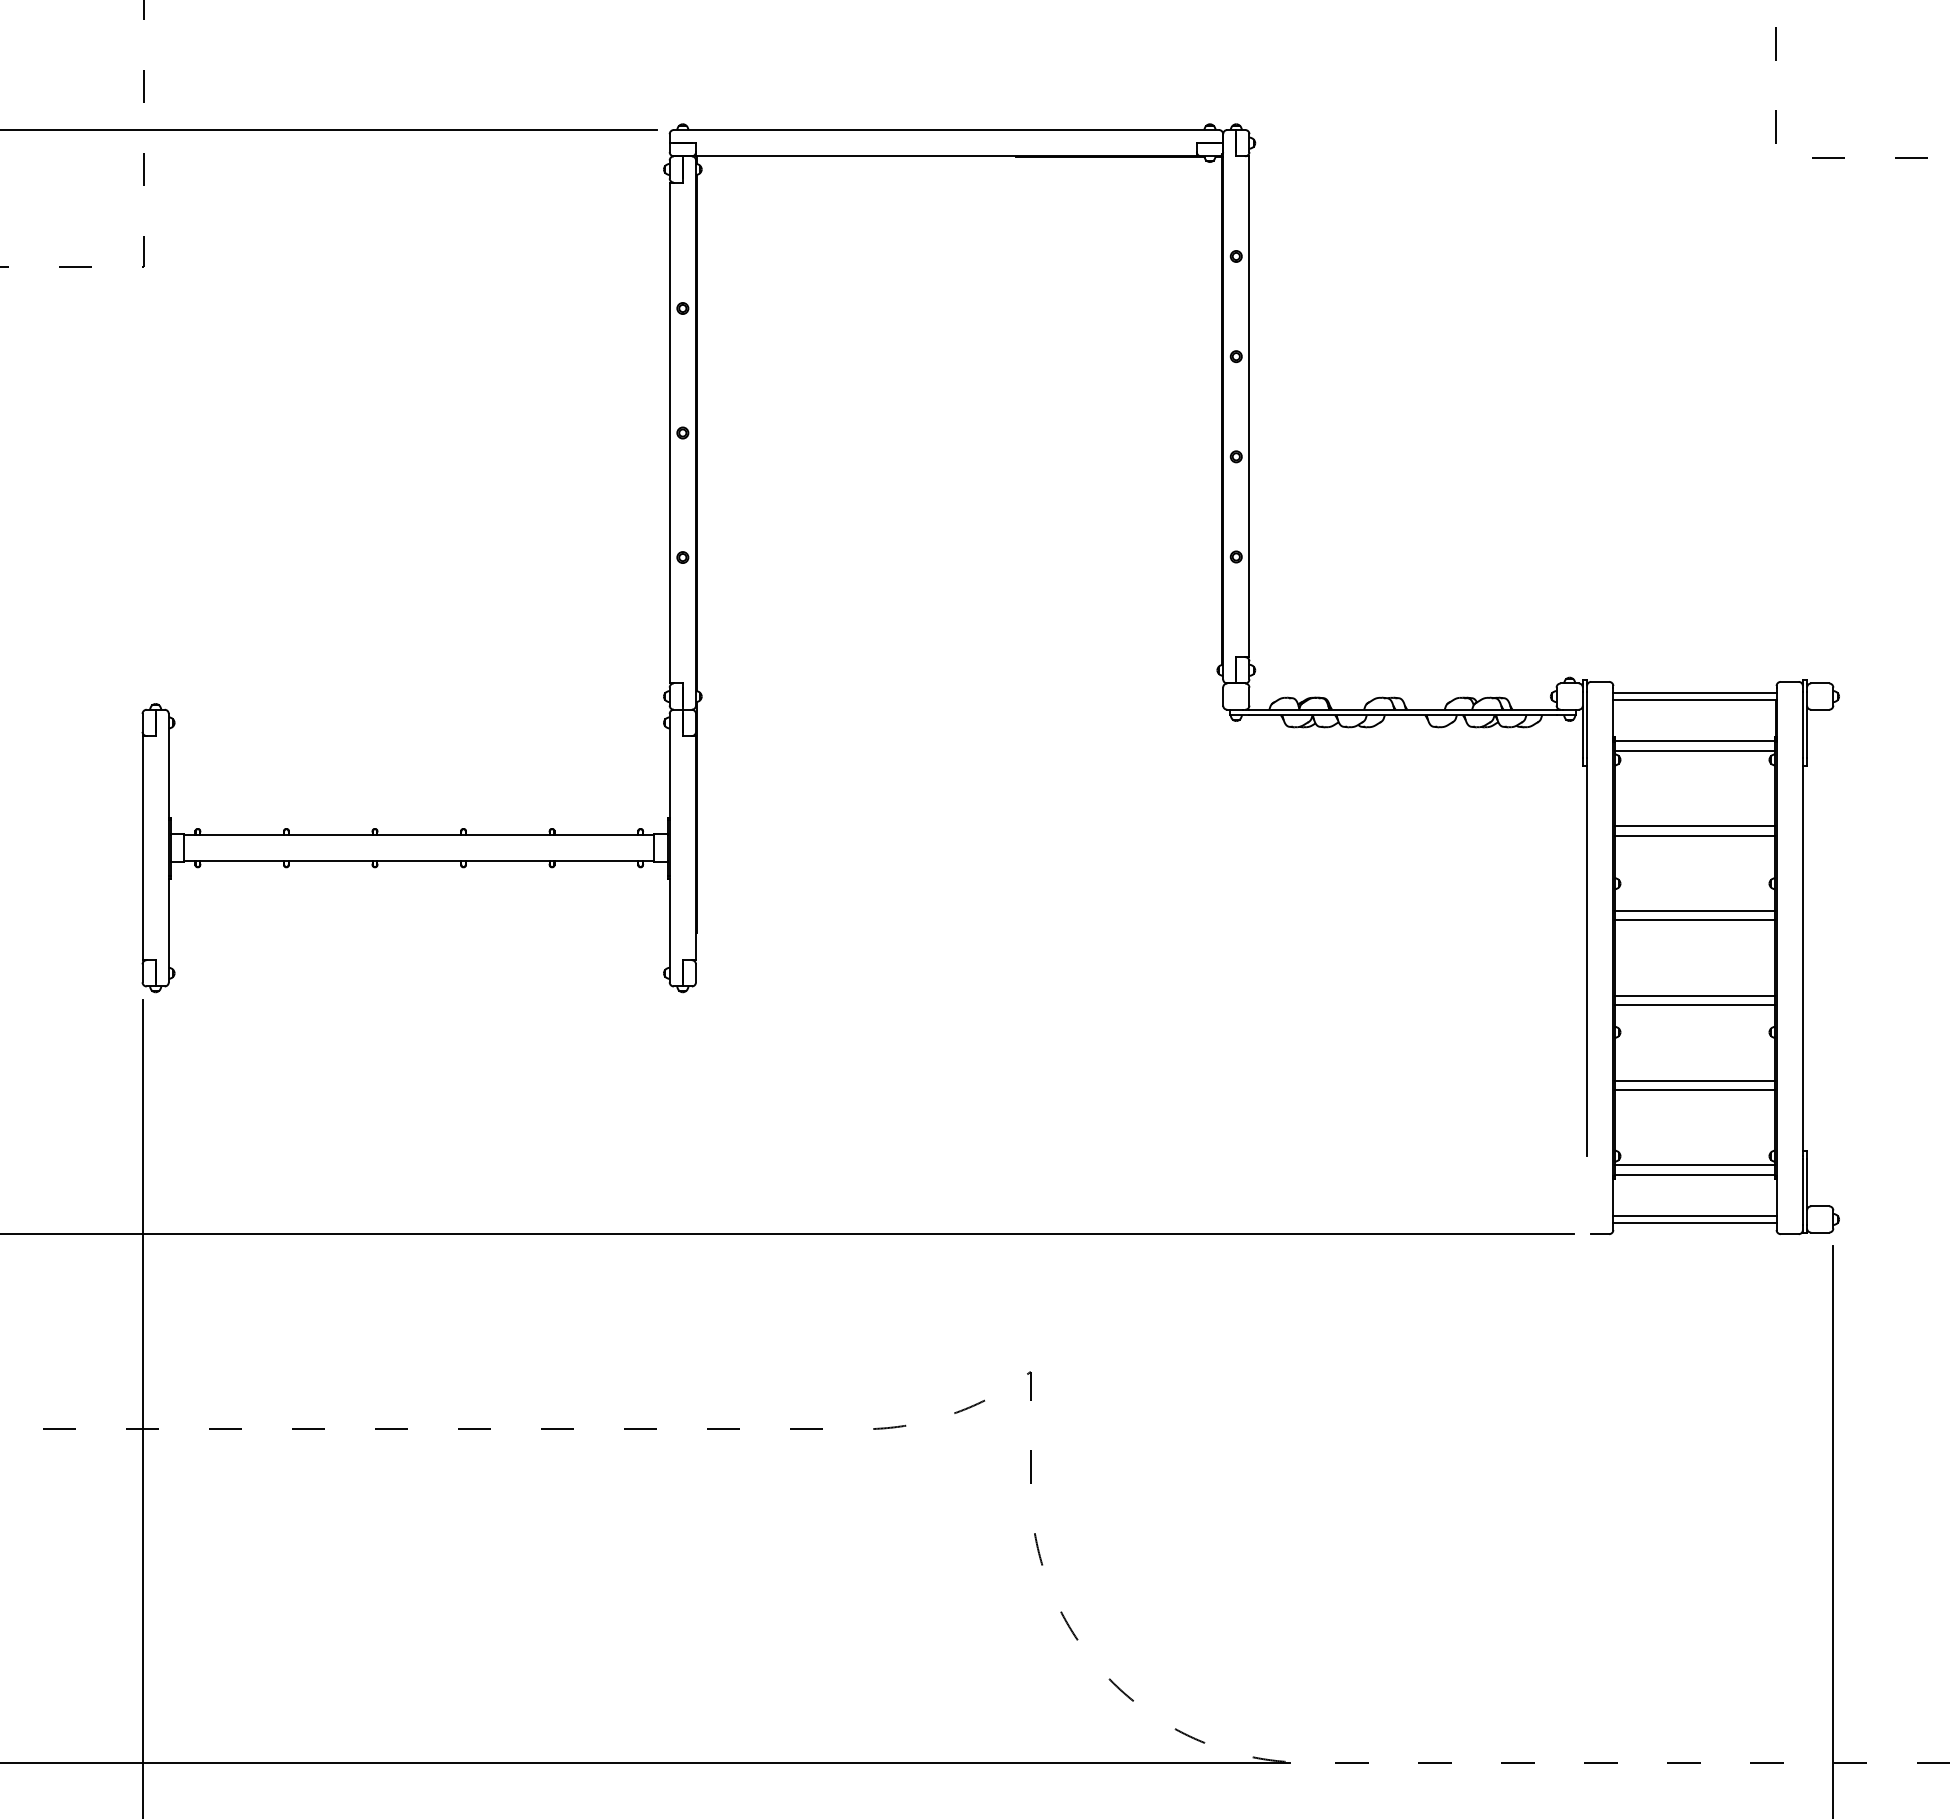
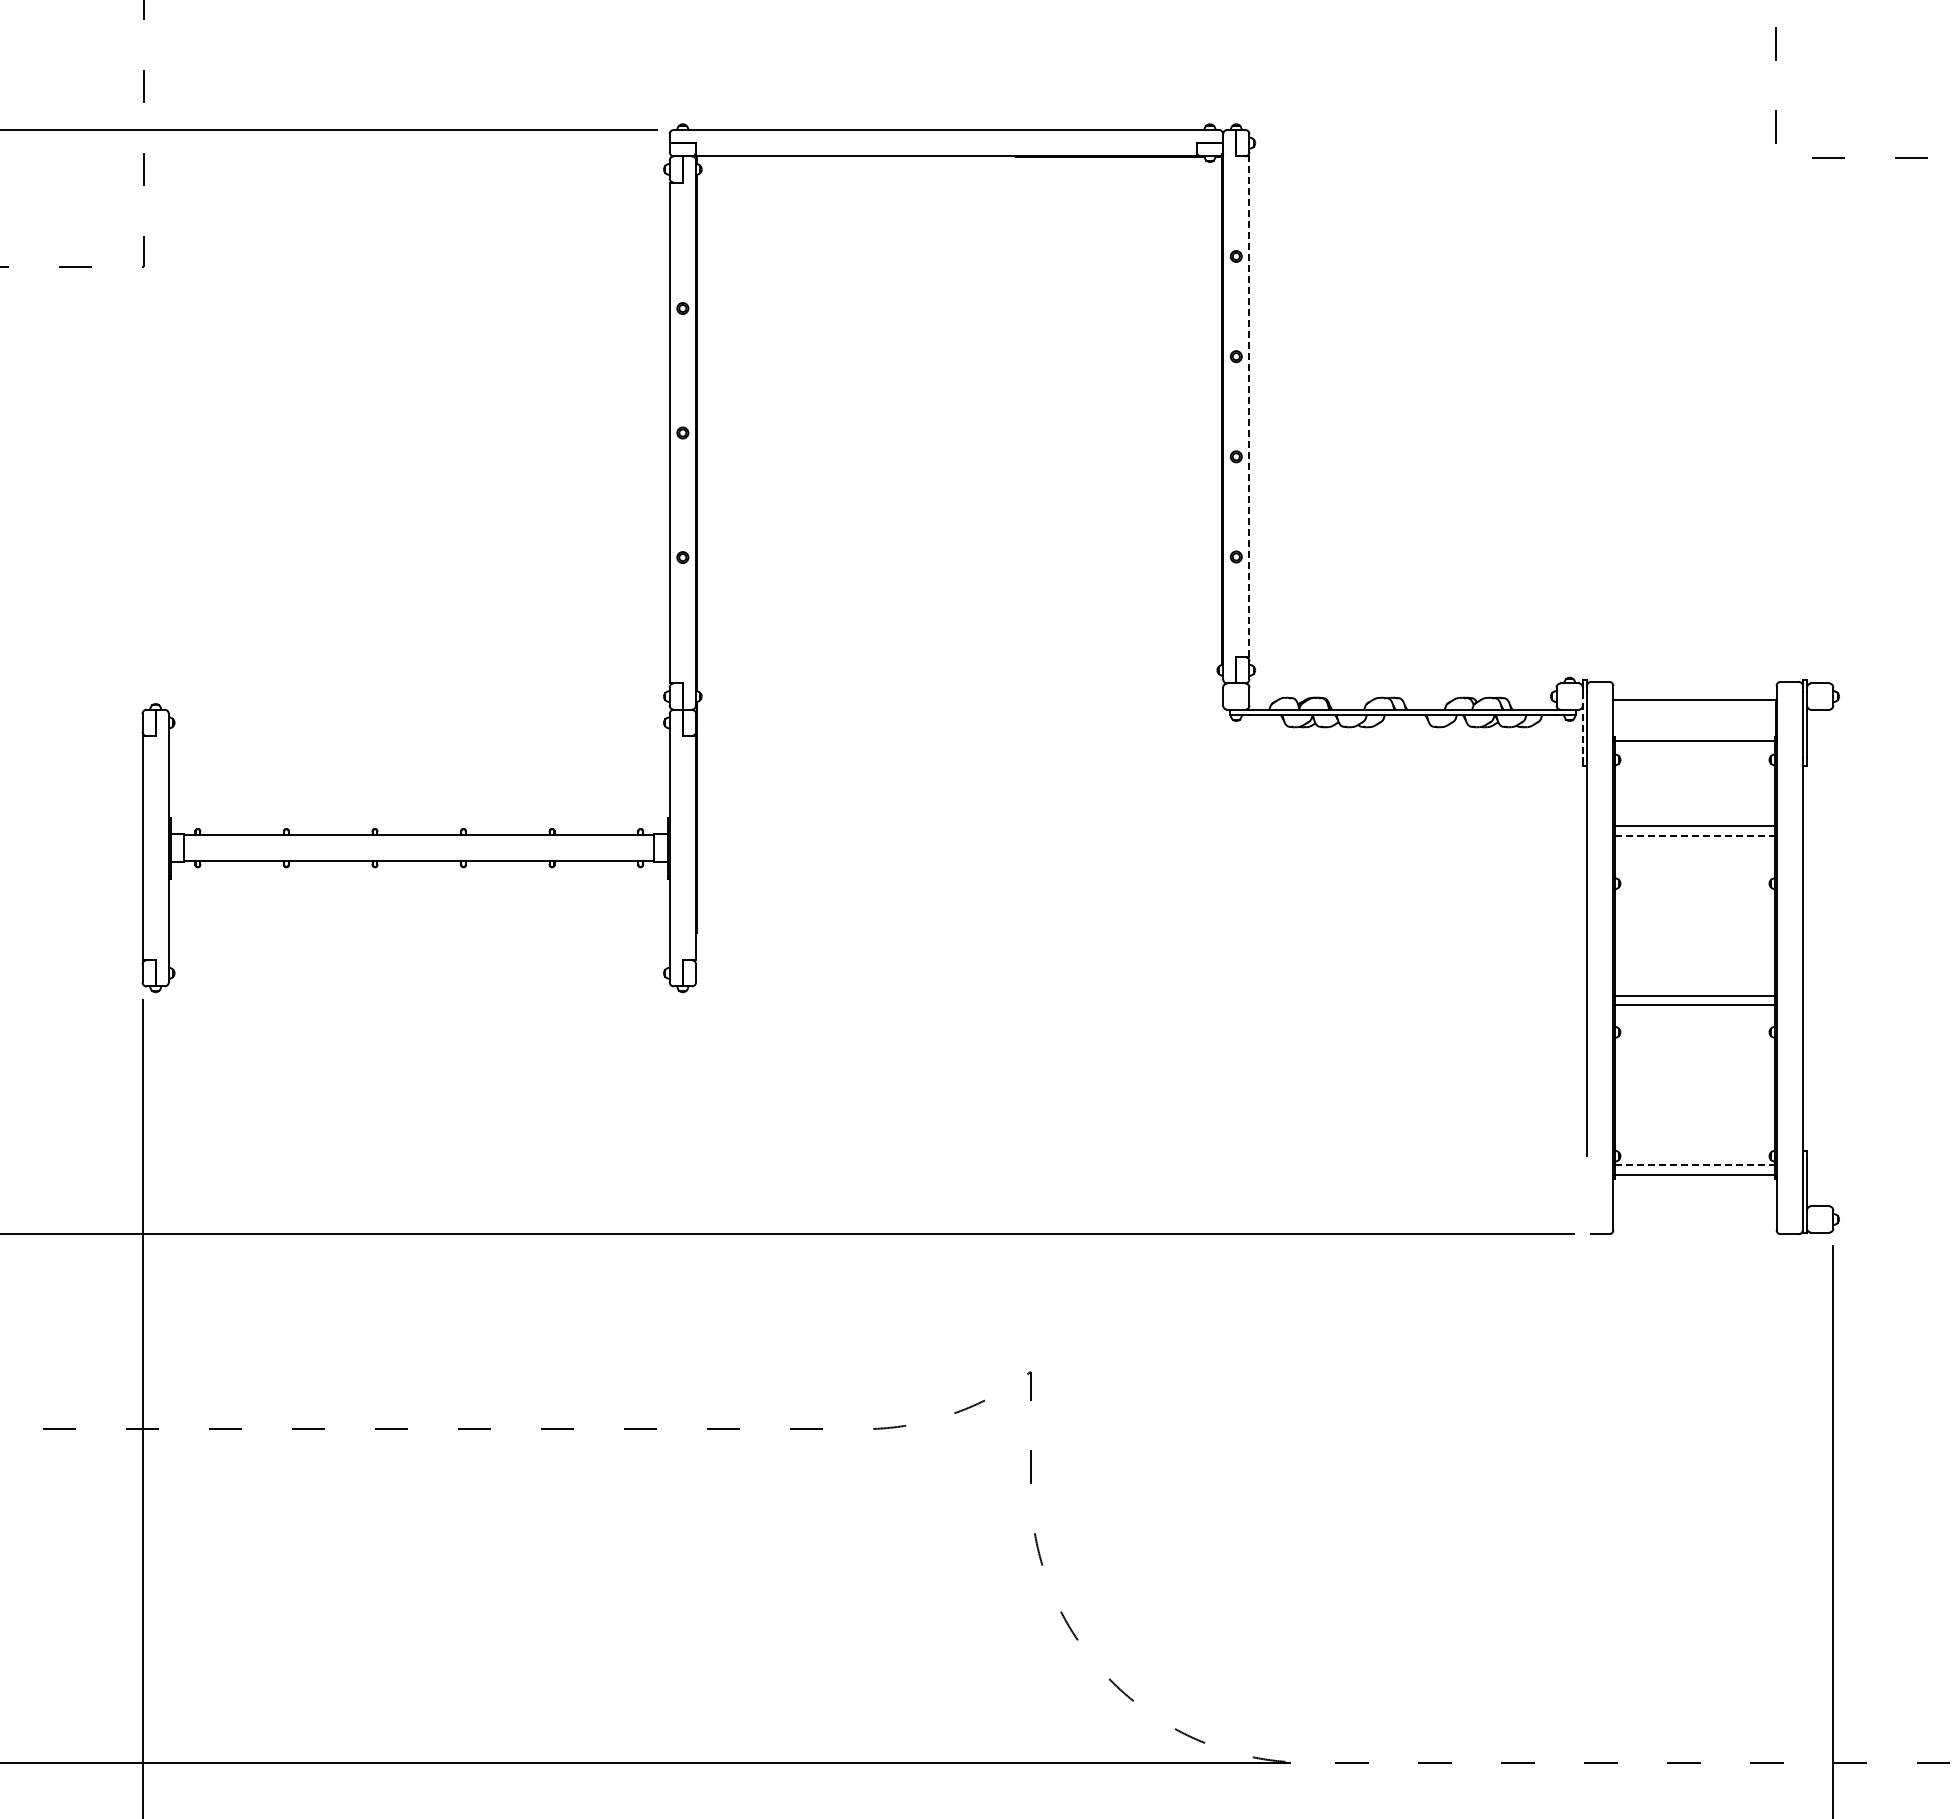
line at (1249, 406): solid -> dashed
line at (1694, 692): present -> none
line at (1582, 725): solid -> dashed
line at (1694, 750): present -> none
line at (1695, 835): solid -> dashed
line at (1694, 911): present -> none
line at (1694, 920): present -> none
line at (1694, 1080): present -> none
line at (1694, 1089): present -> none
line at (1695, 1165): solid -> dashed
line at (1694, 1215): present -> none
line at (1694, 1223): present -> none
